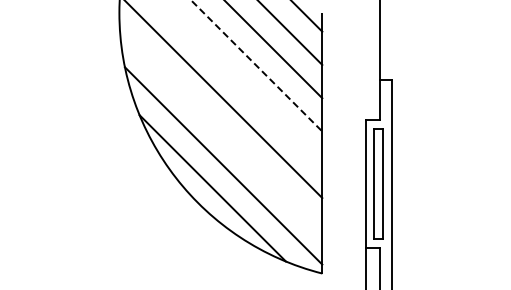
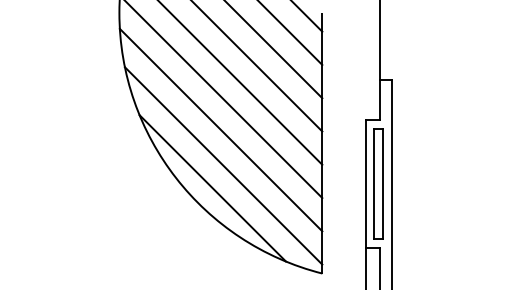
line at (256, 65): dashed -> solid
line at (240, 83): none -> present
line at (220, 129): none -> present
